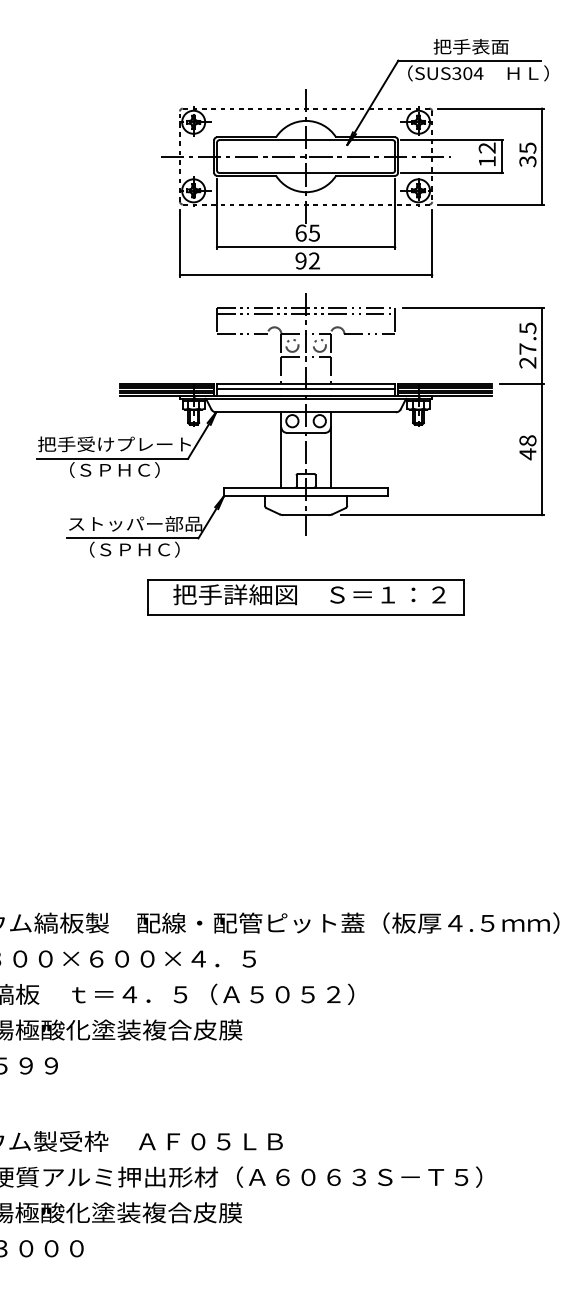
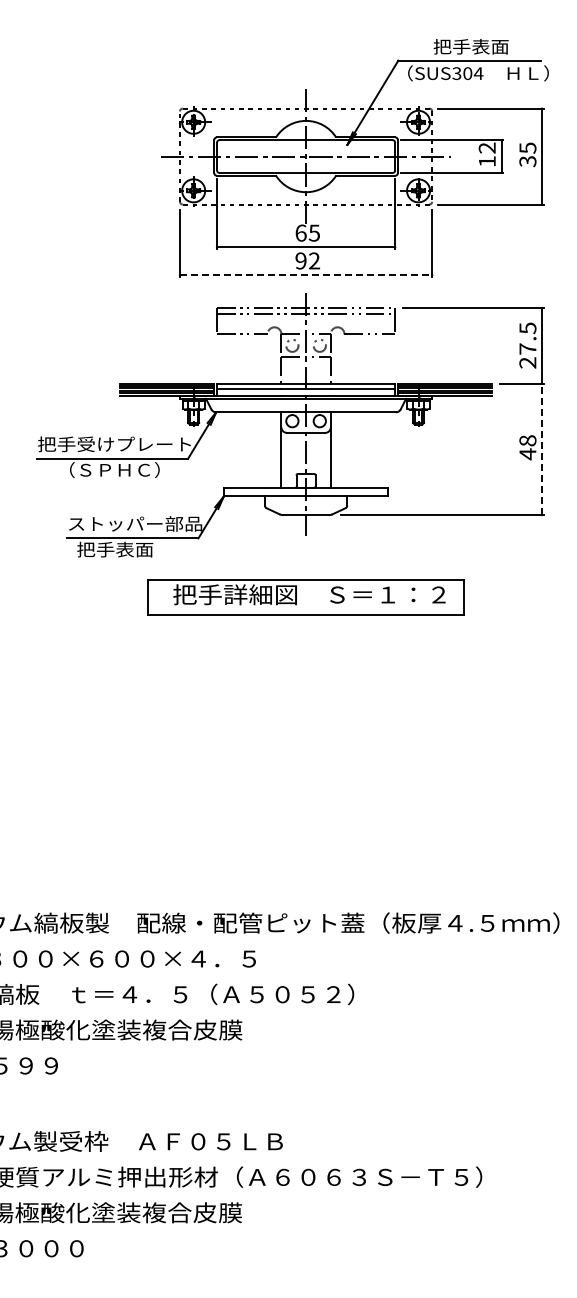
line at (306, 275): solid -> dashed
line at (542, 449): solid -> dashed
text at (128, 549): （ＳＰＨＣ） -> 把手表面
